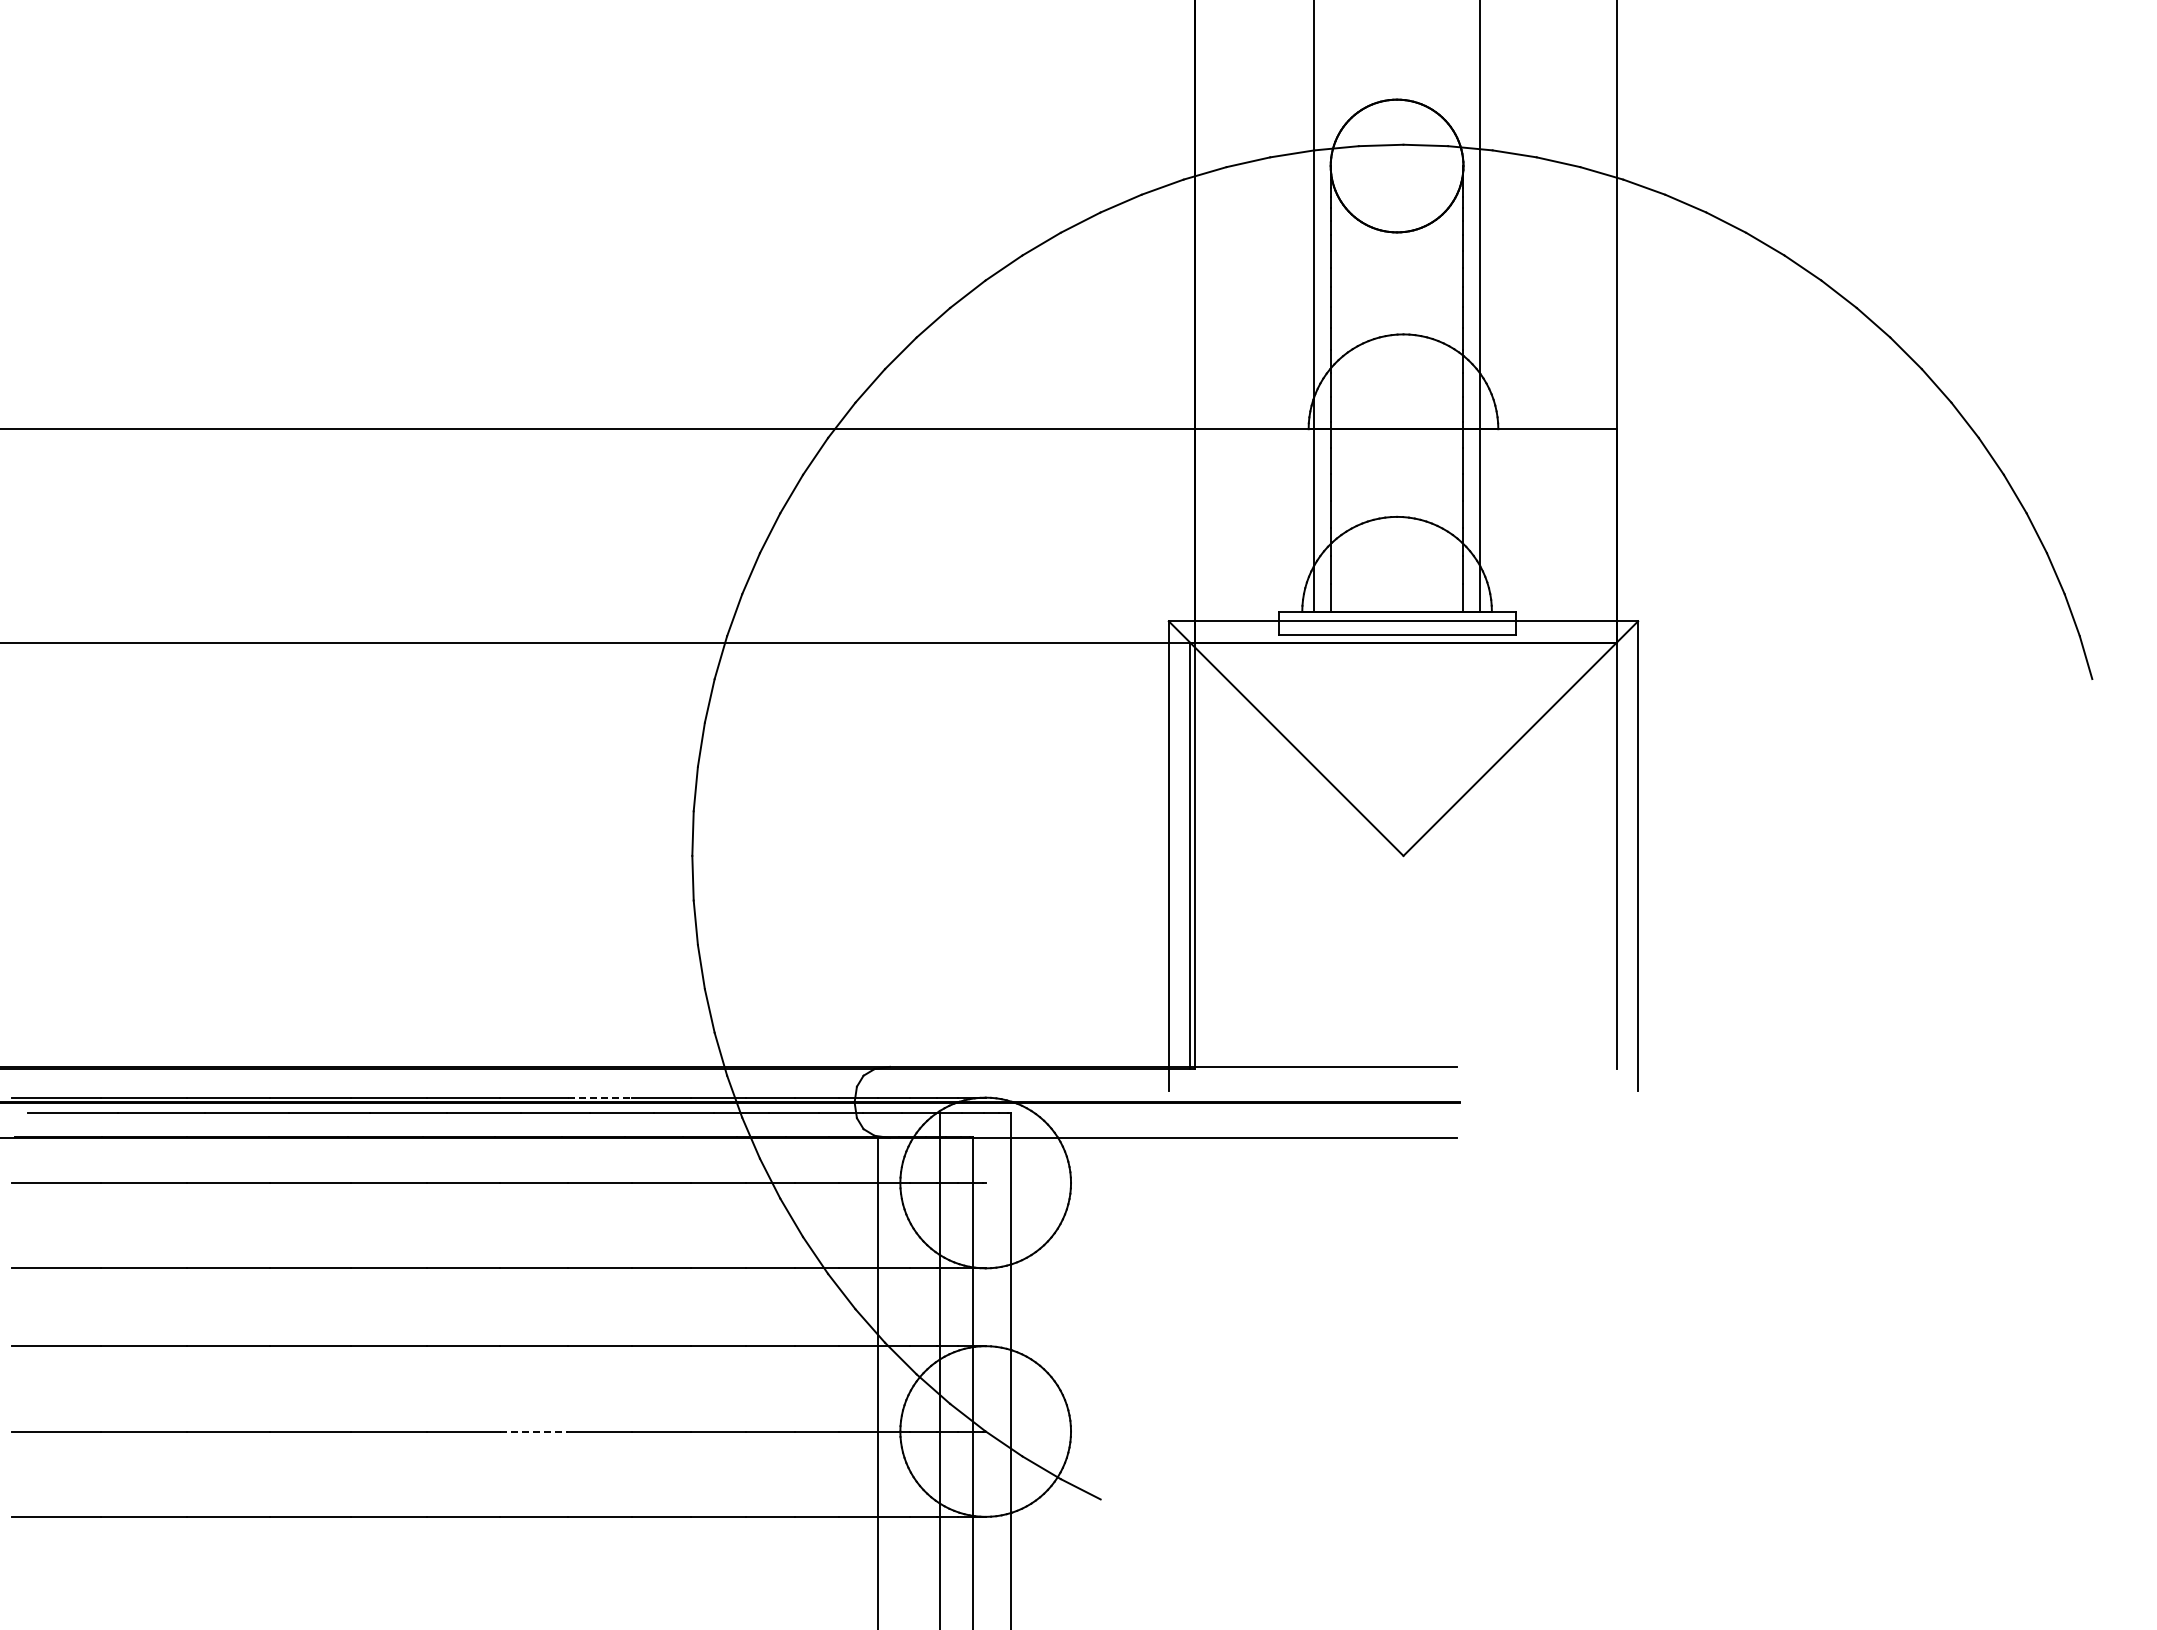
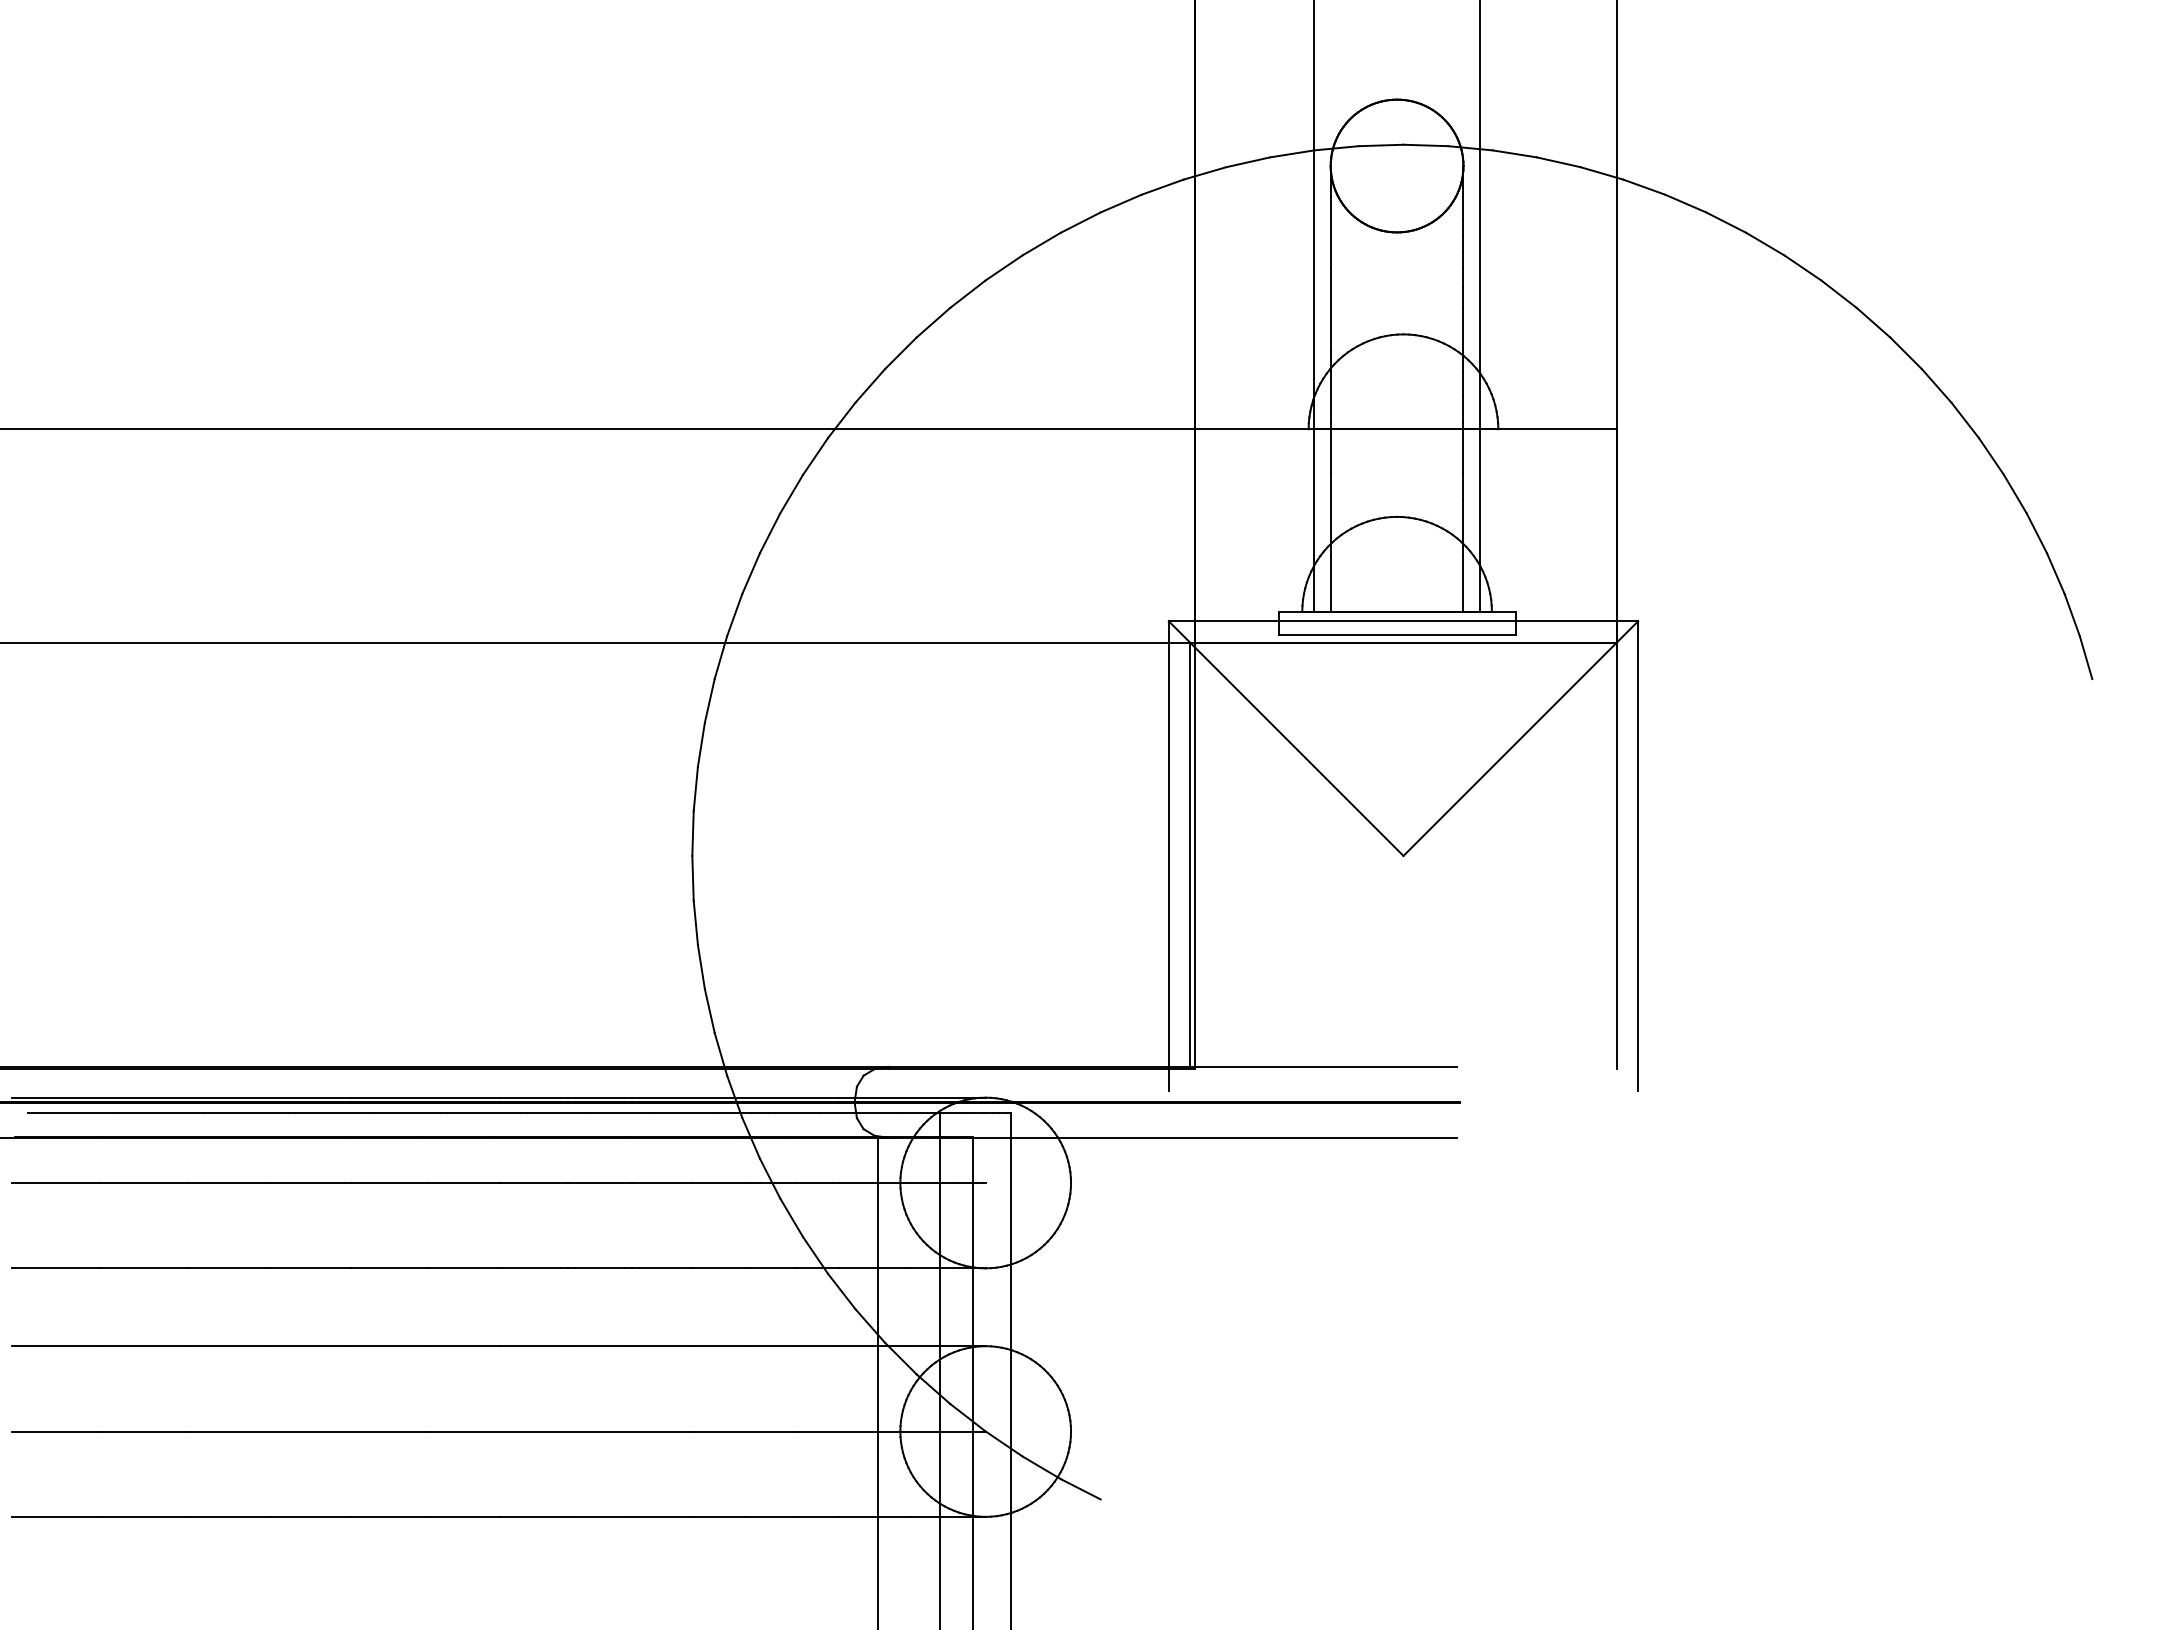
line at (600, 1097): dashed -> solid
line at (534, 1431): dashed -> solid
